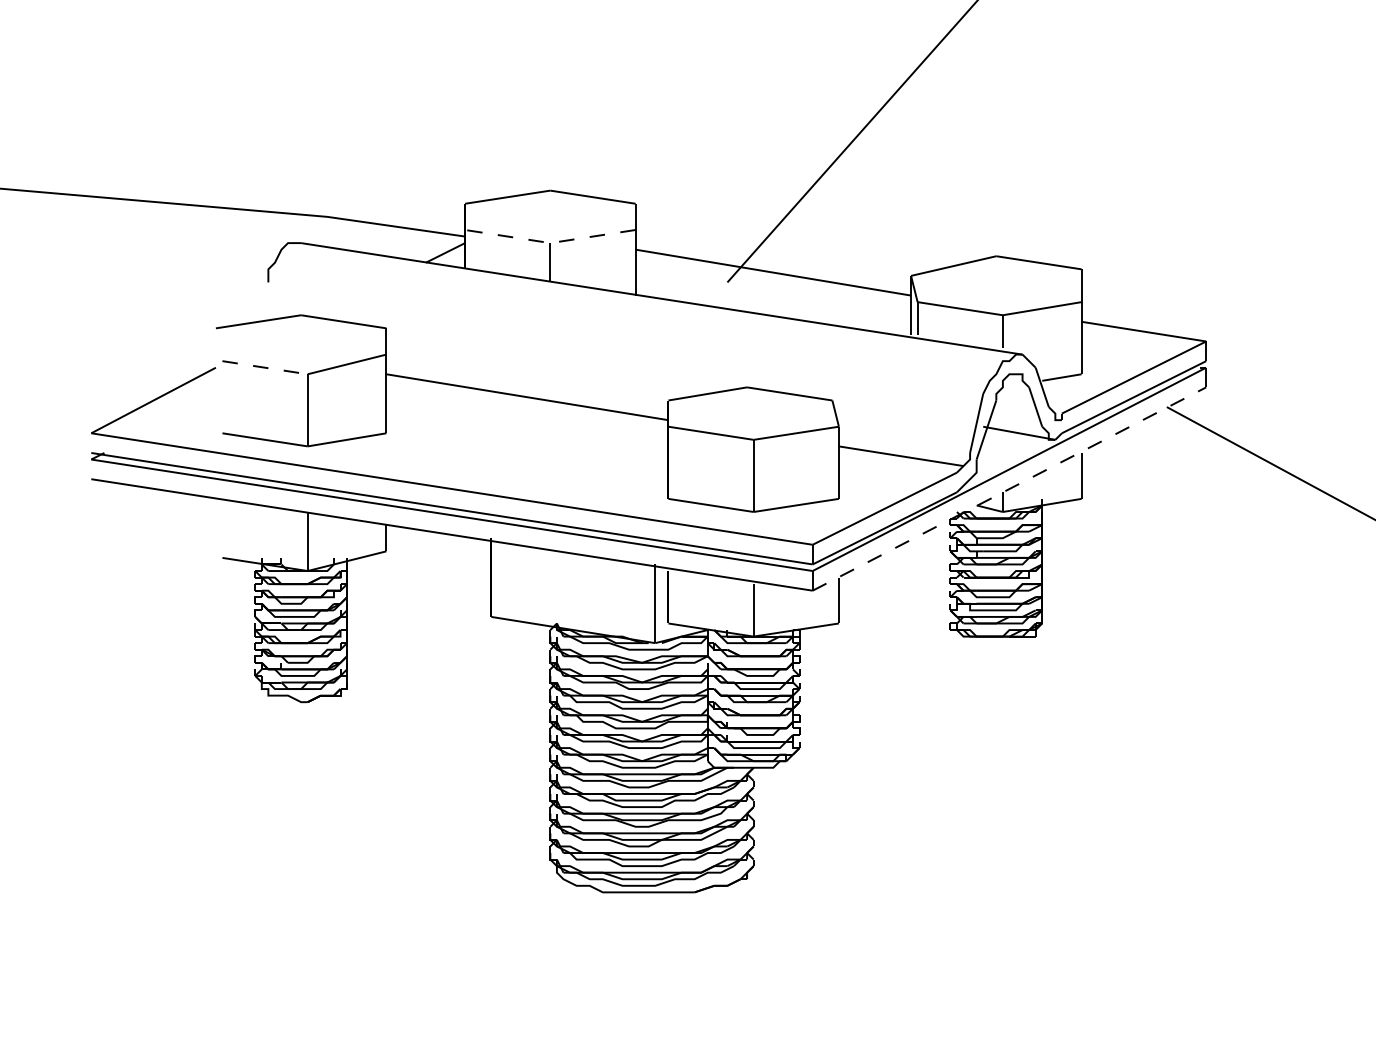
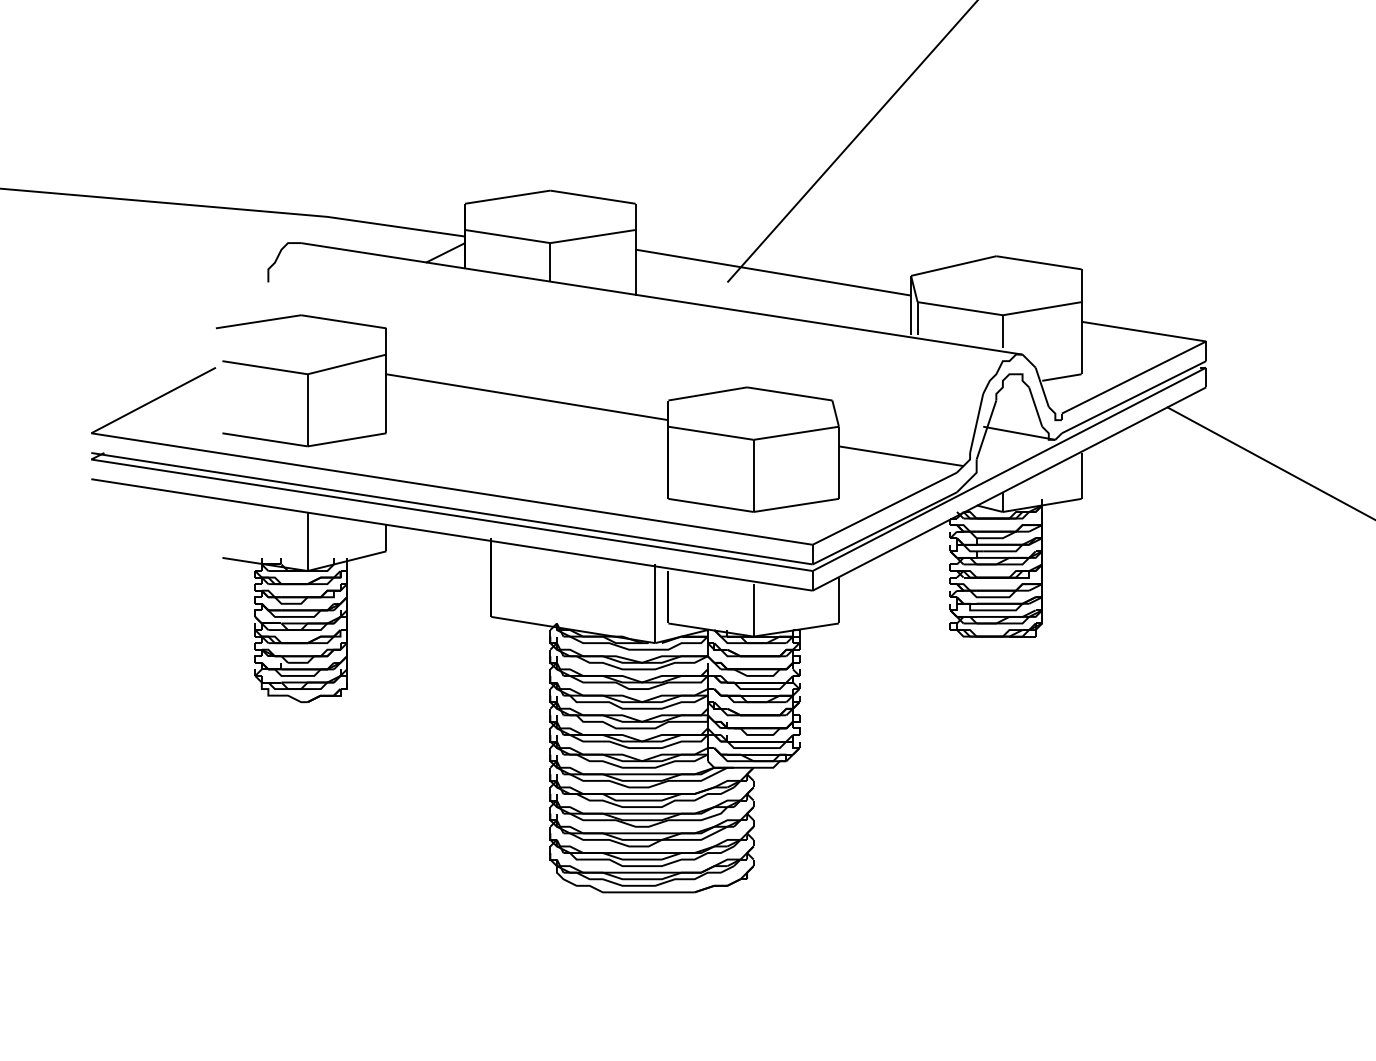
line at (550, 243): dashed -> solid
line at (265, 367): dashed -> solid
line at (1009, 488): dashed -> solid
